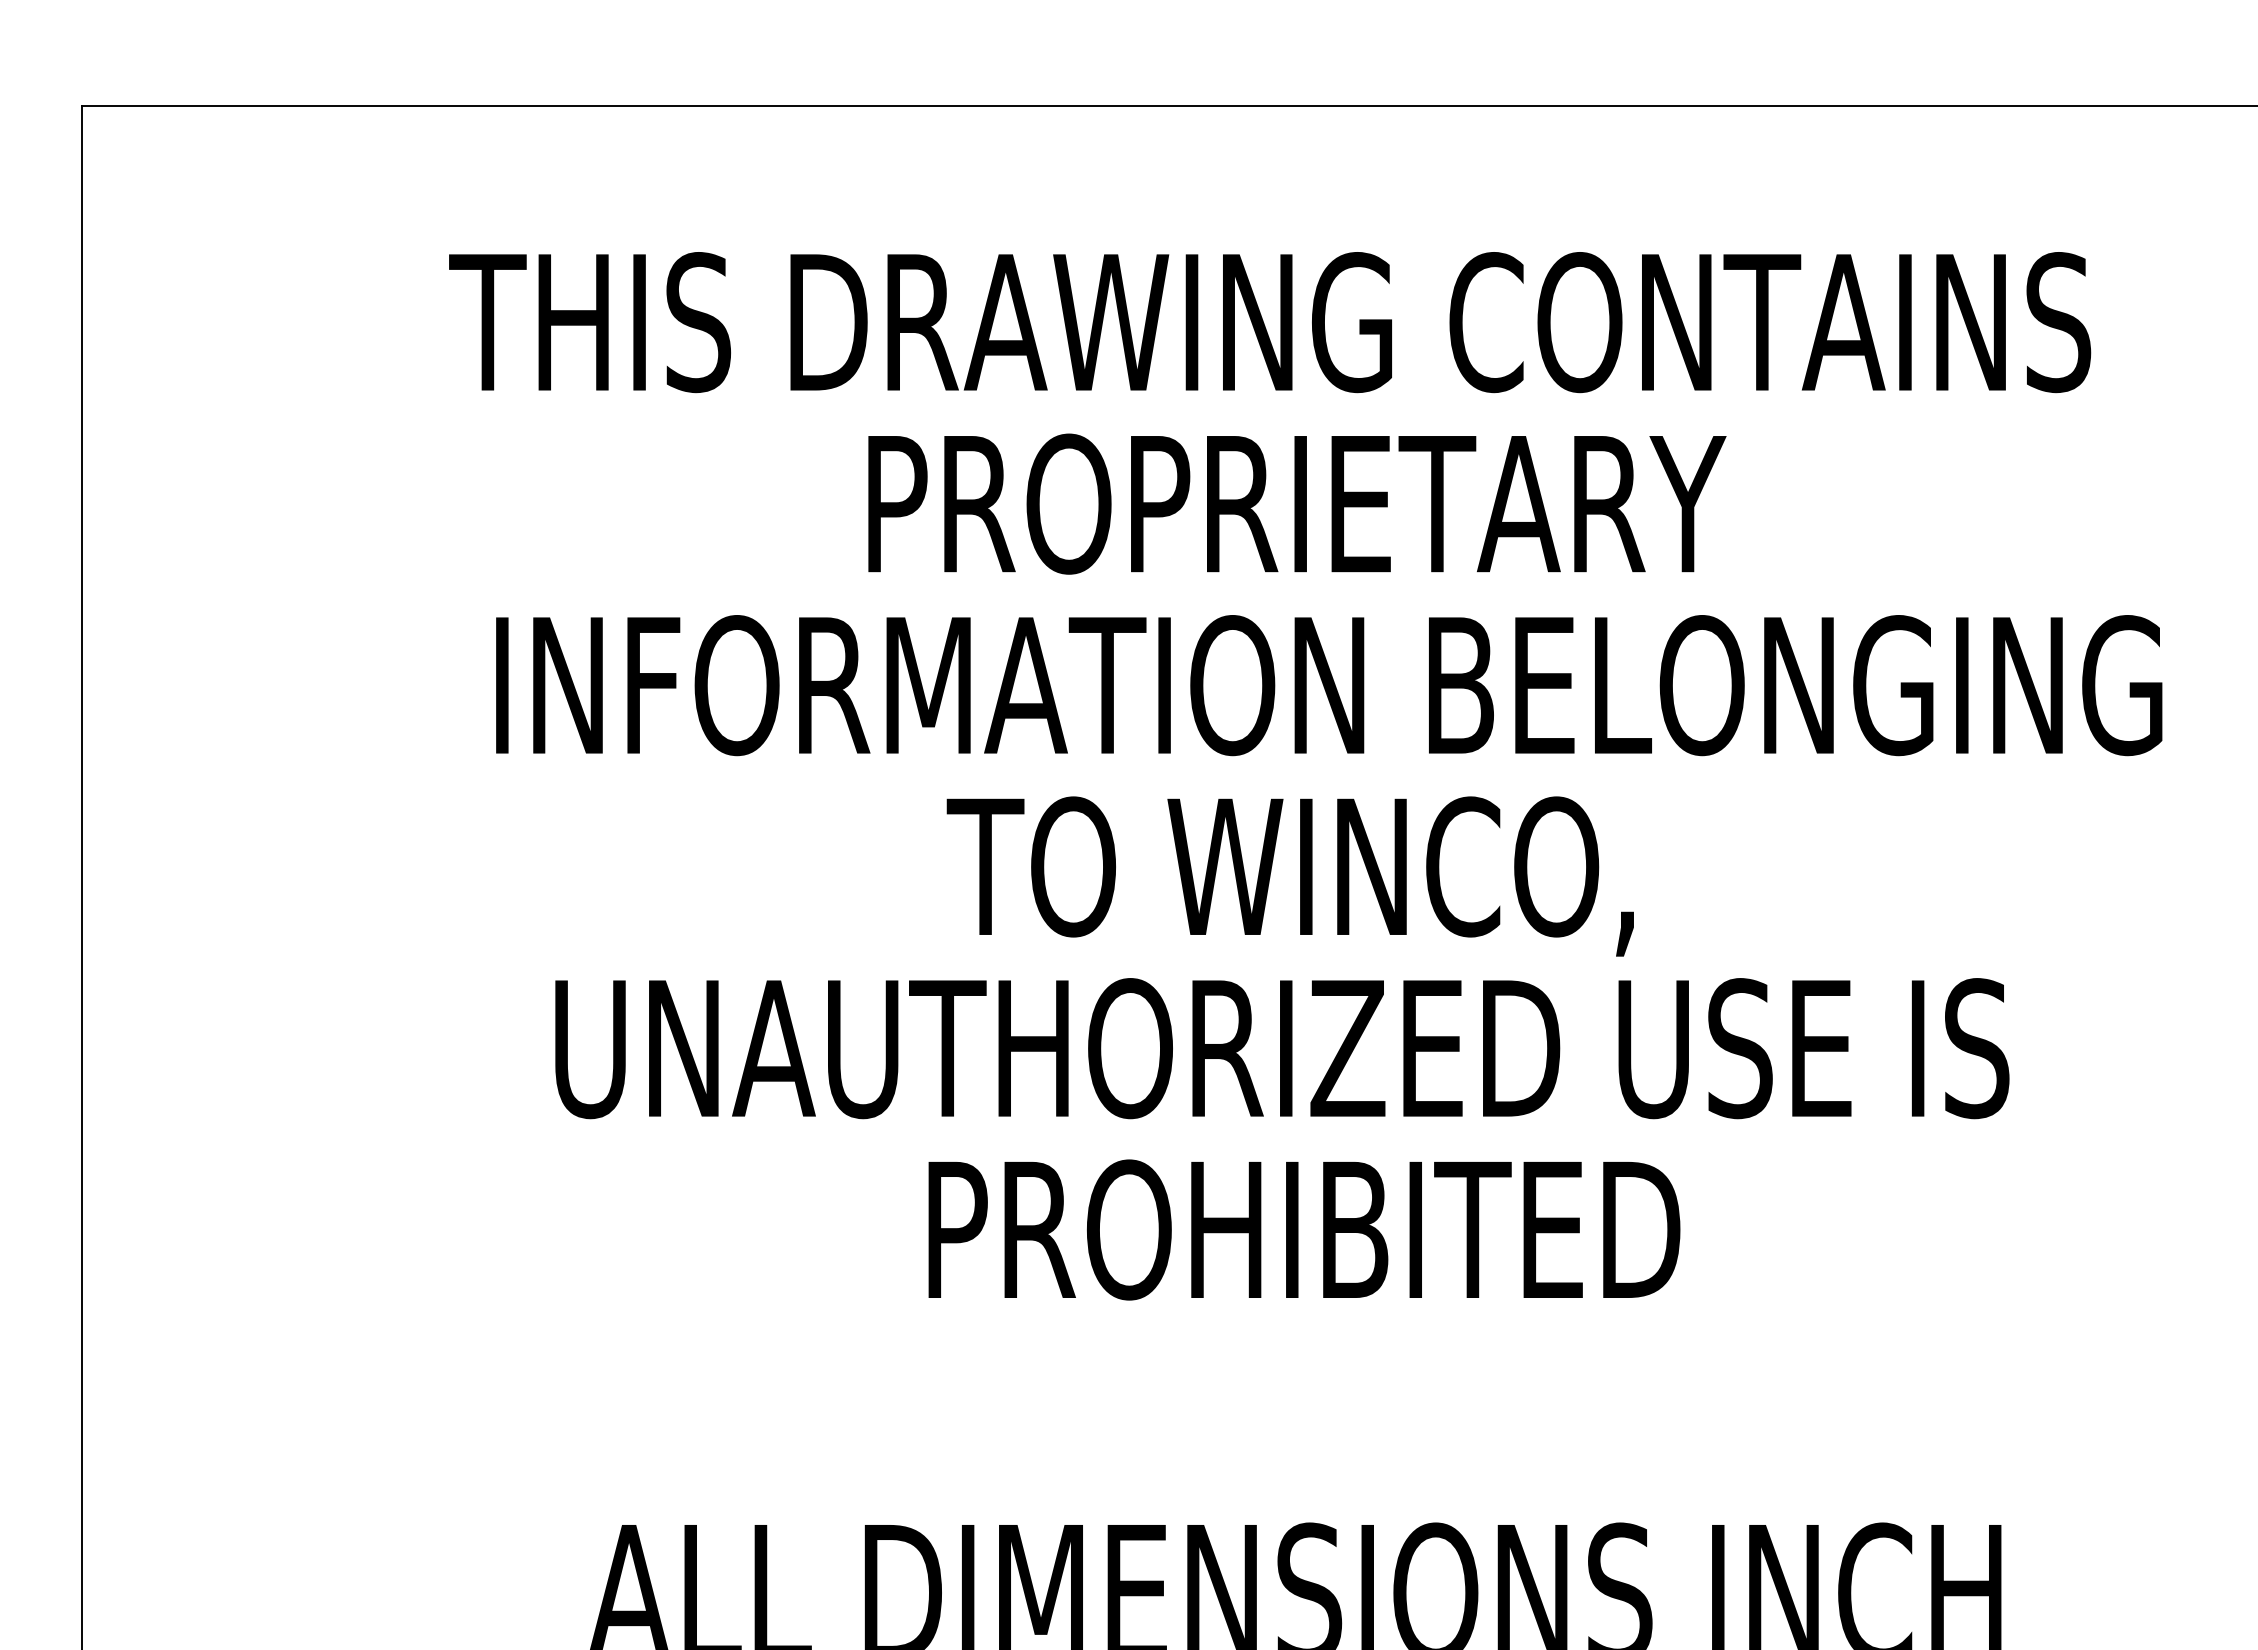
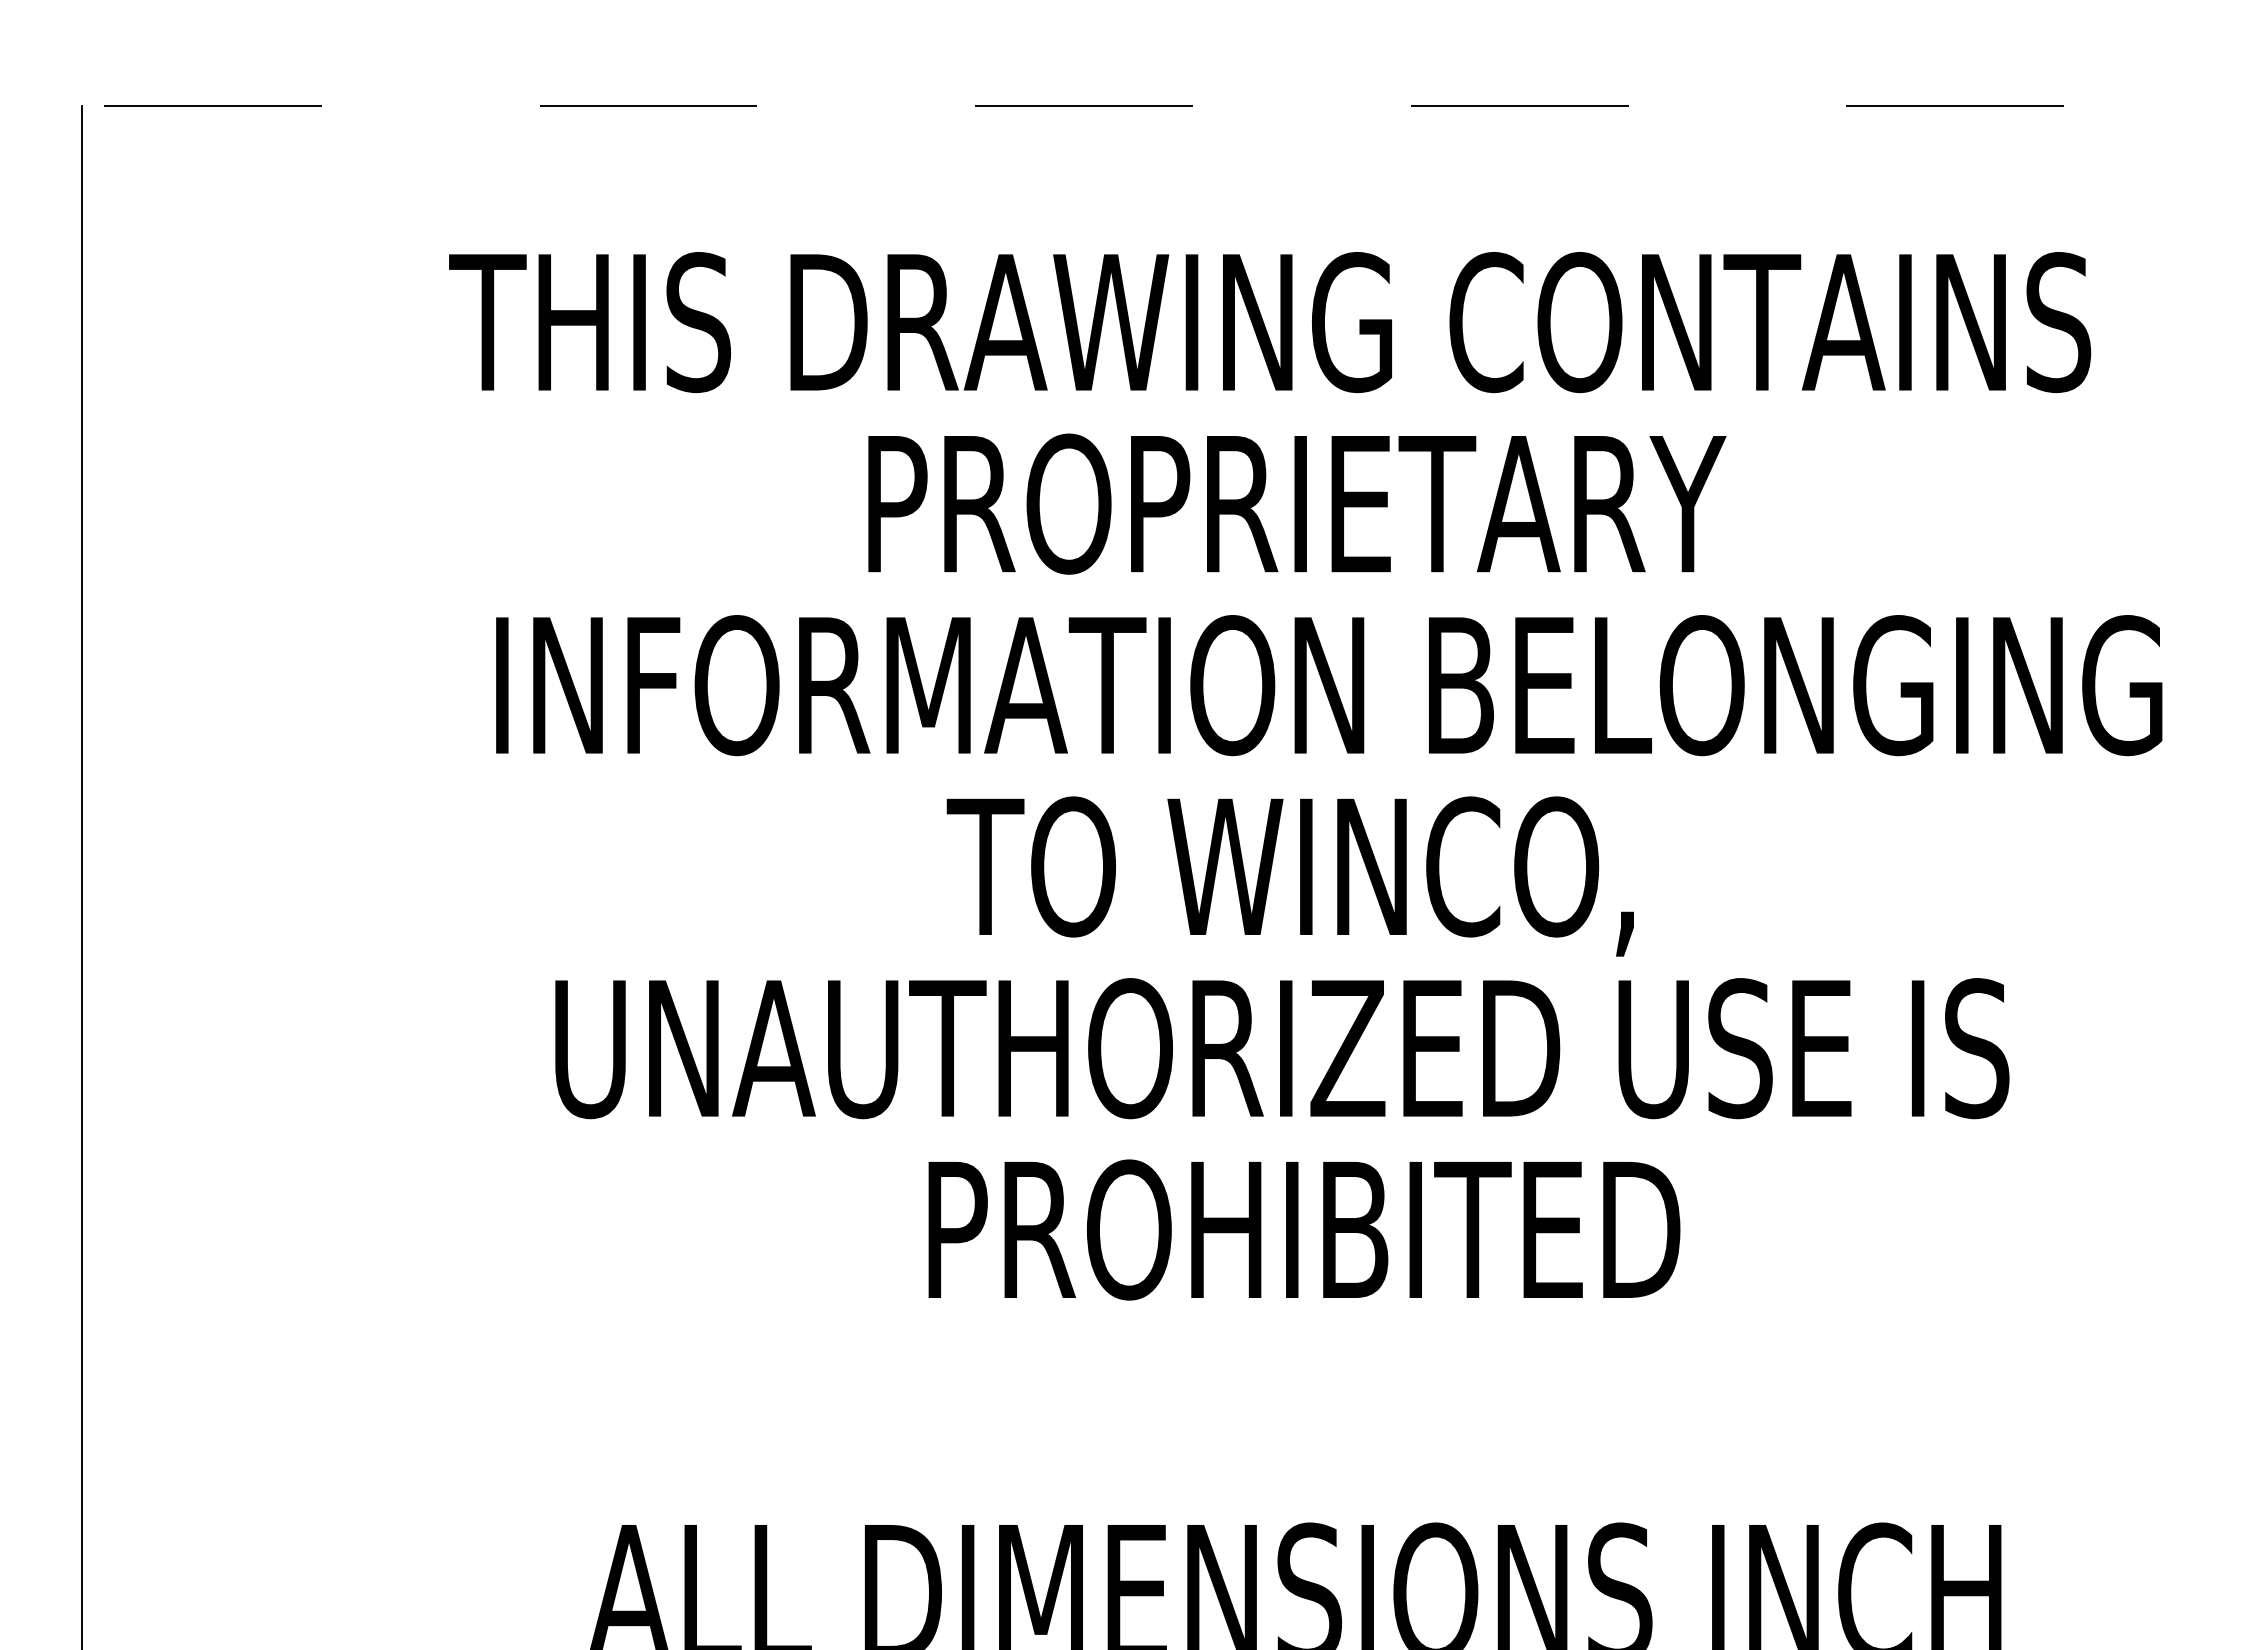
line at (1169, 105): solid -> dashed
